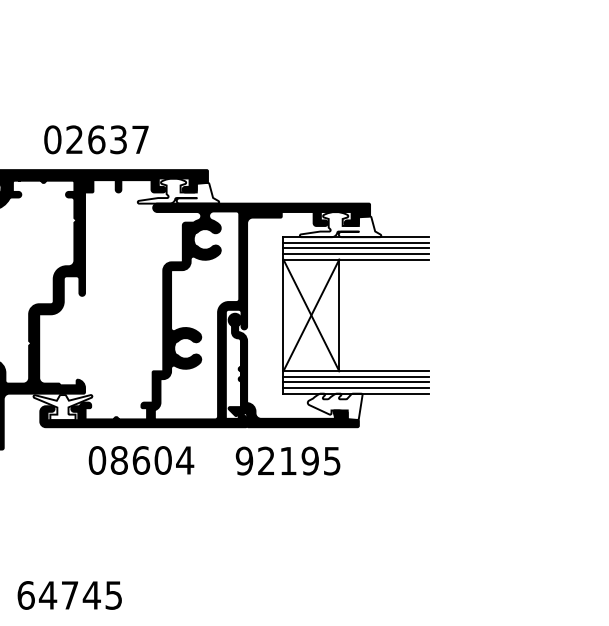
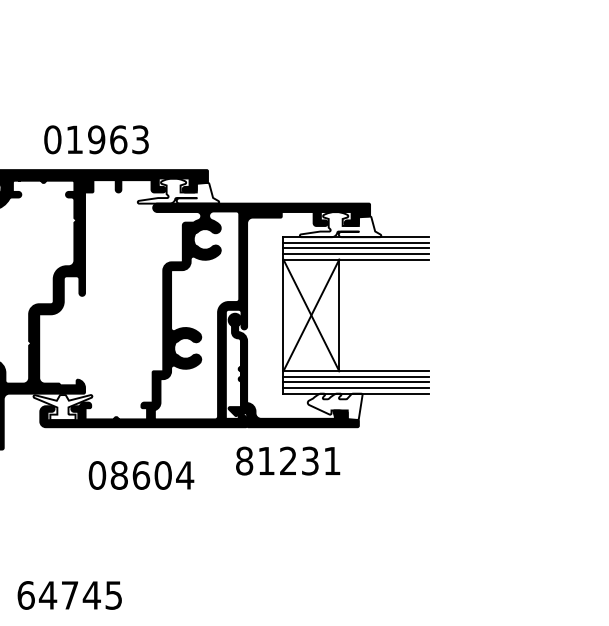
text at (107, 139): 02637 -> 01963
text at (141, 460) position: (141, 460) -> (141, 475)
text at (287, 460): 92195 -> 81231
